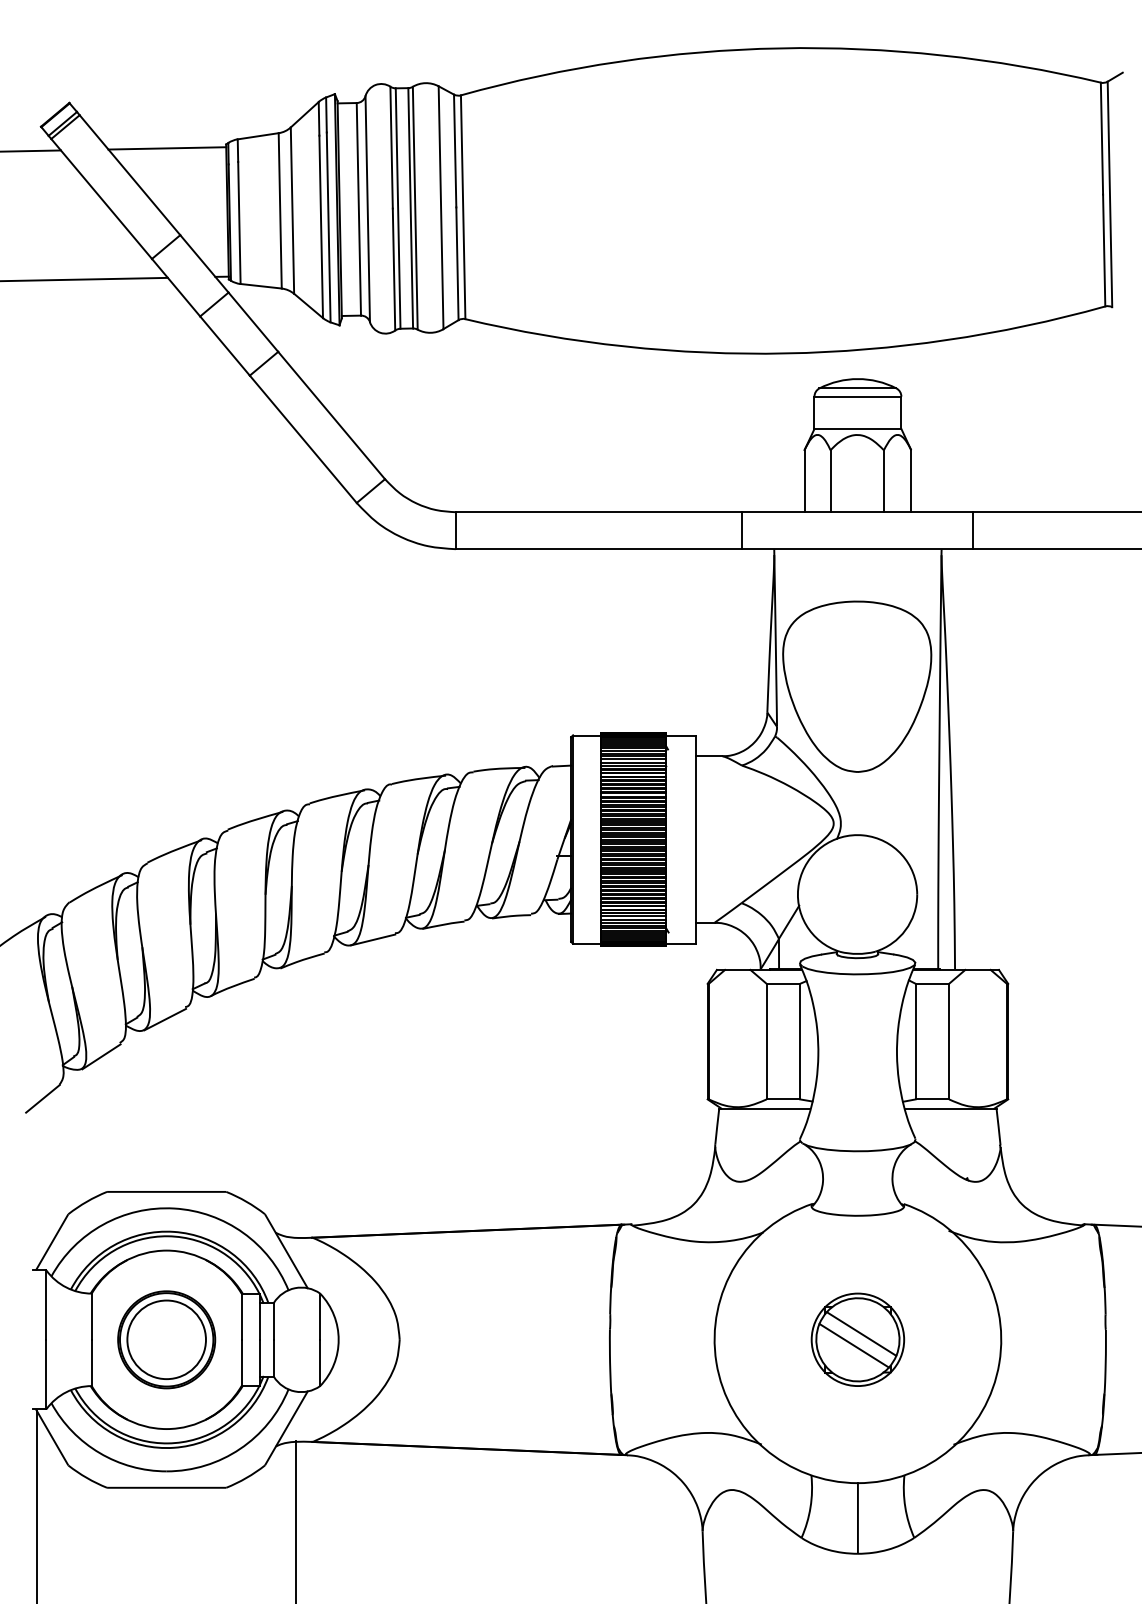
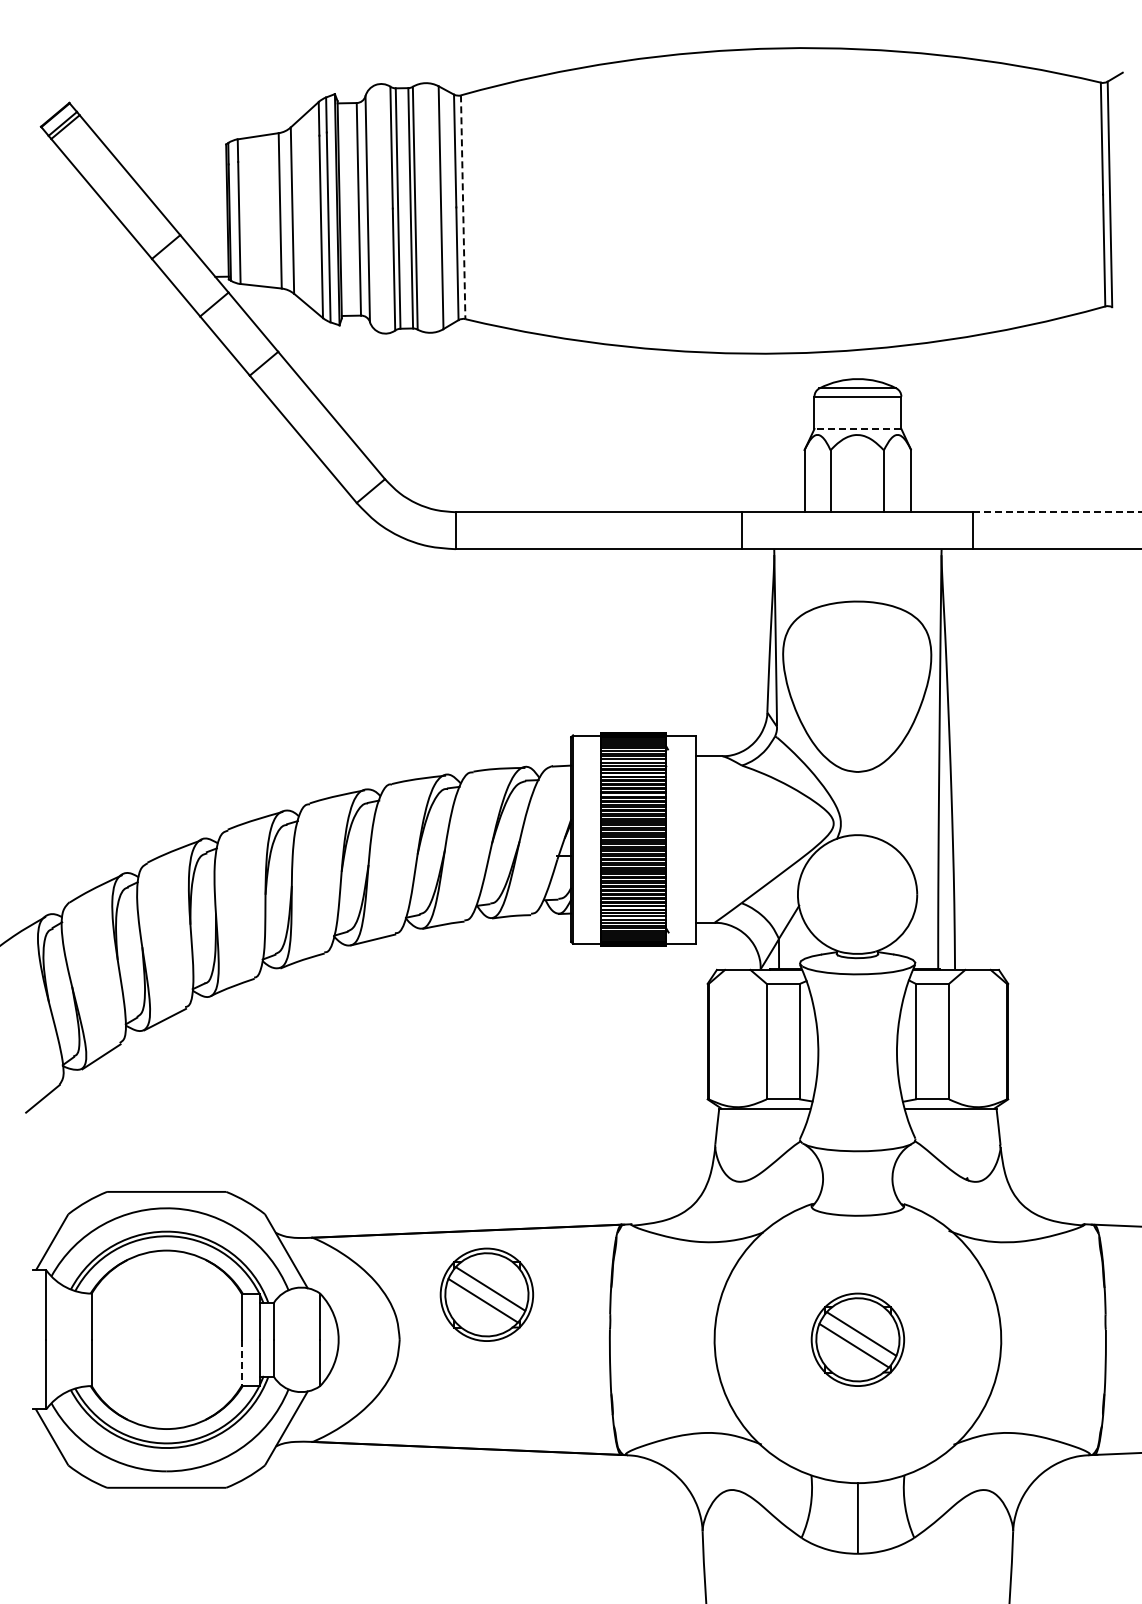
line at (167, 148): present -> none
line at (31, 150): present -> none
line at (463, 207): solid -> dashed
line at (84, 279): present -> none
line at (857, 429): solid -> dashed
line at (1057, 512): solid -> dashed
part at (486, 1294): none -> present
part at (166, 1339): present -> none
line at (241, 1363): solid -> dashed
line at (37, 1505): present -> none
line at (296, 1520): present -> none
